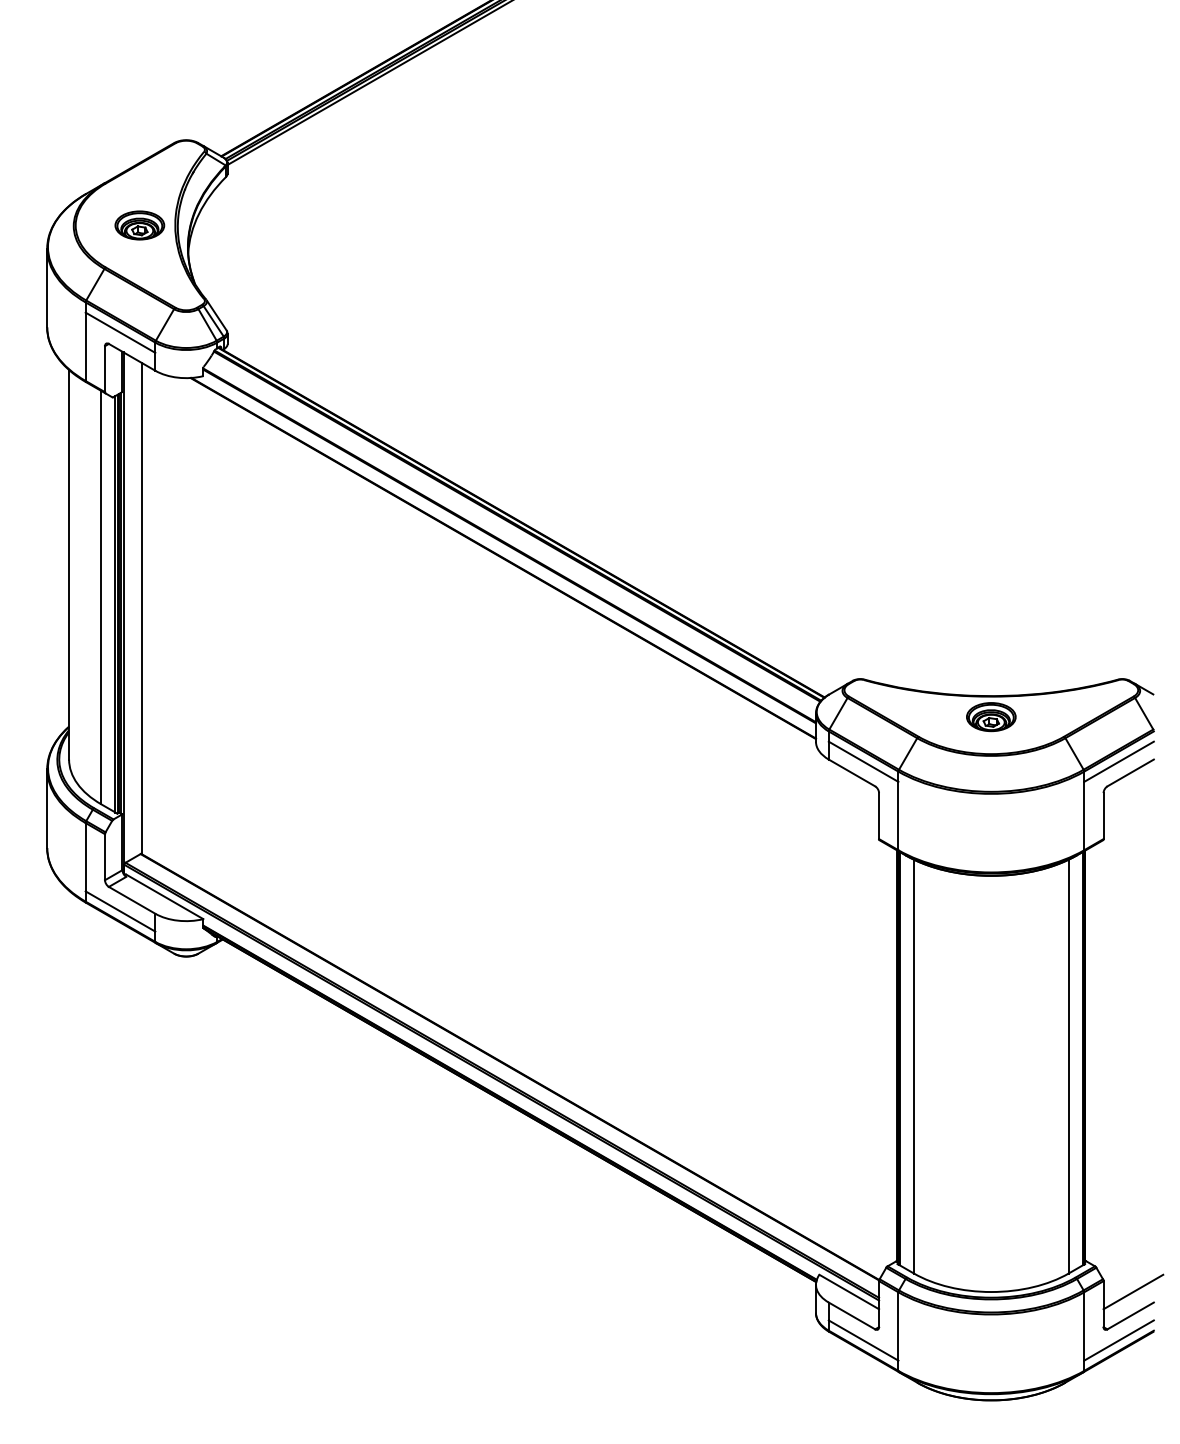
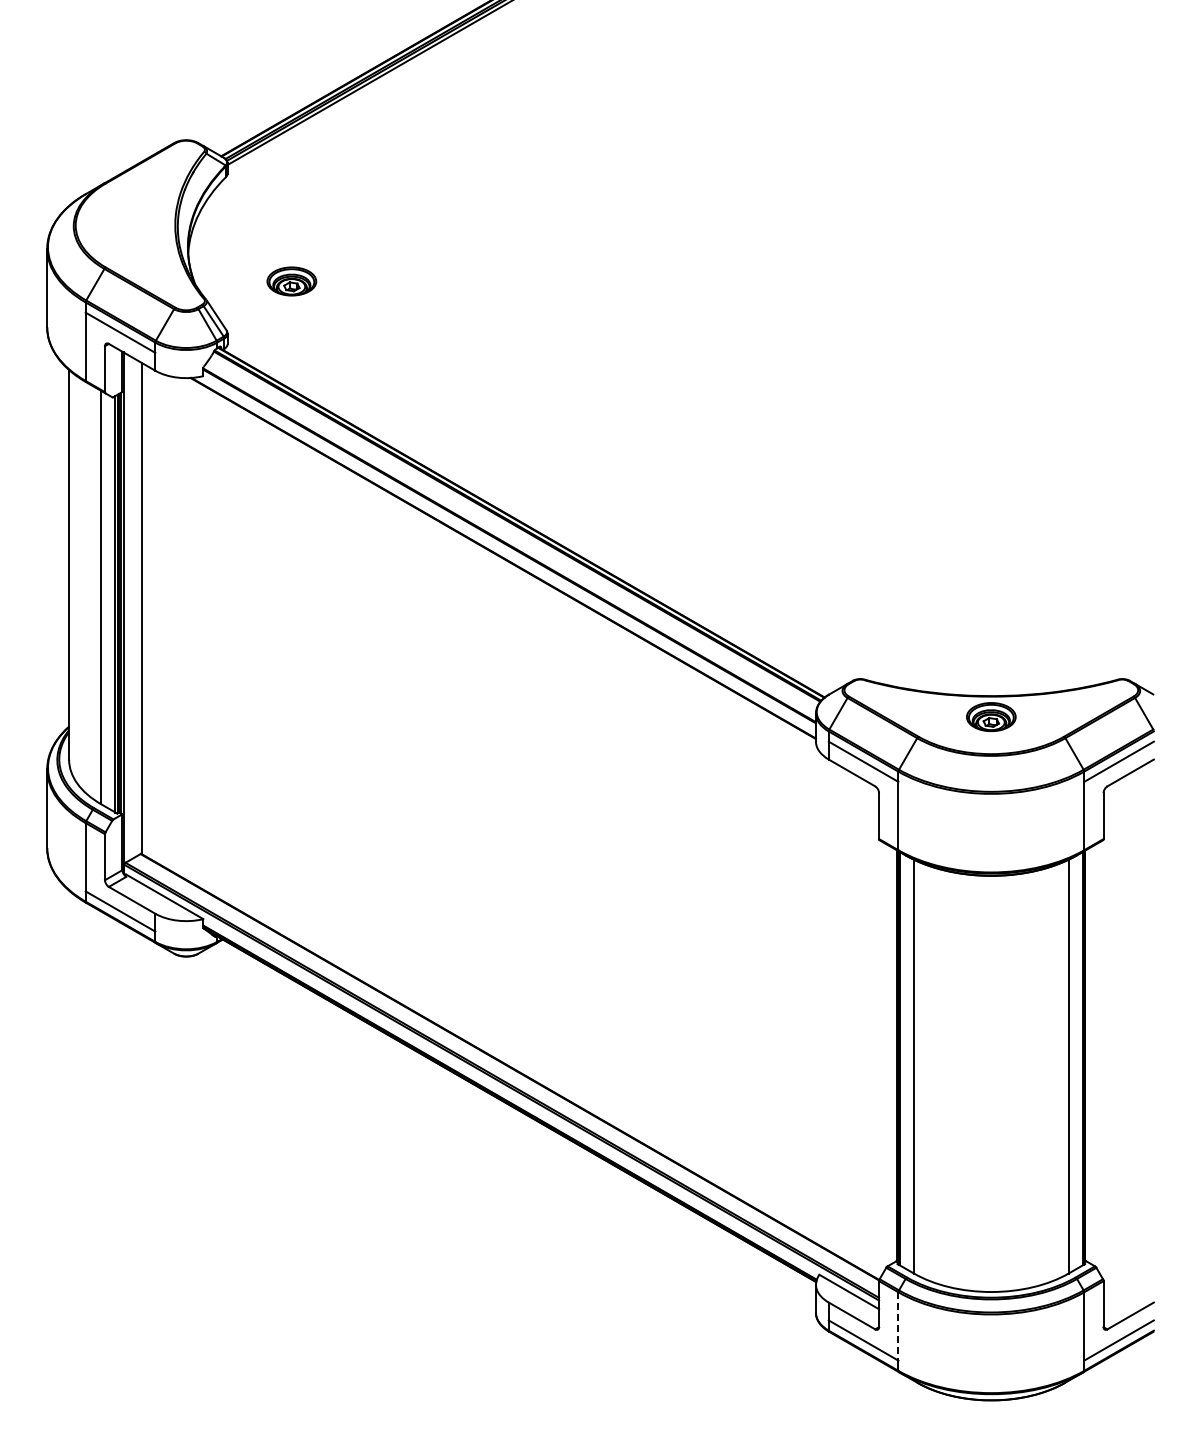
part at (139, 225) position: (139, 225) -> (291, 281)
line at (1133, 1291): present -> none
line at (898, 1326): solid -> dashed
